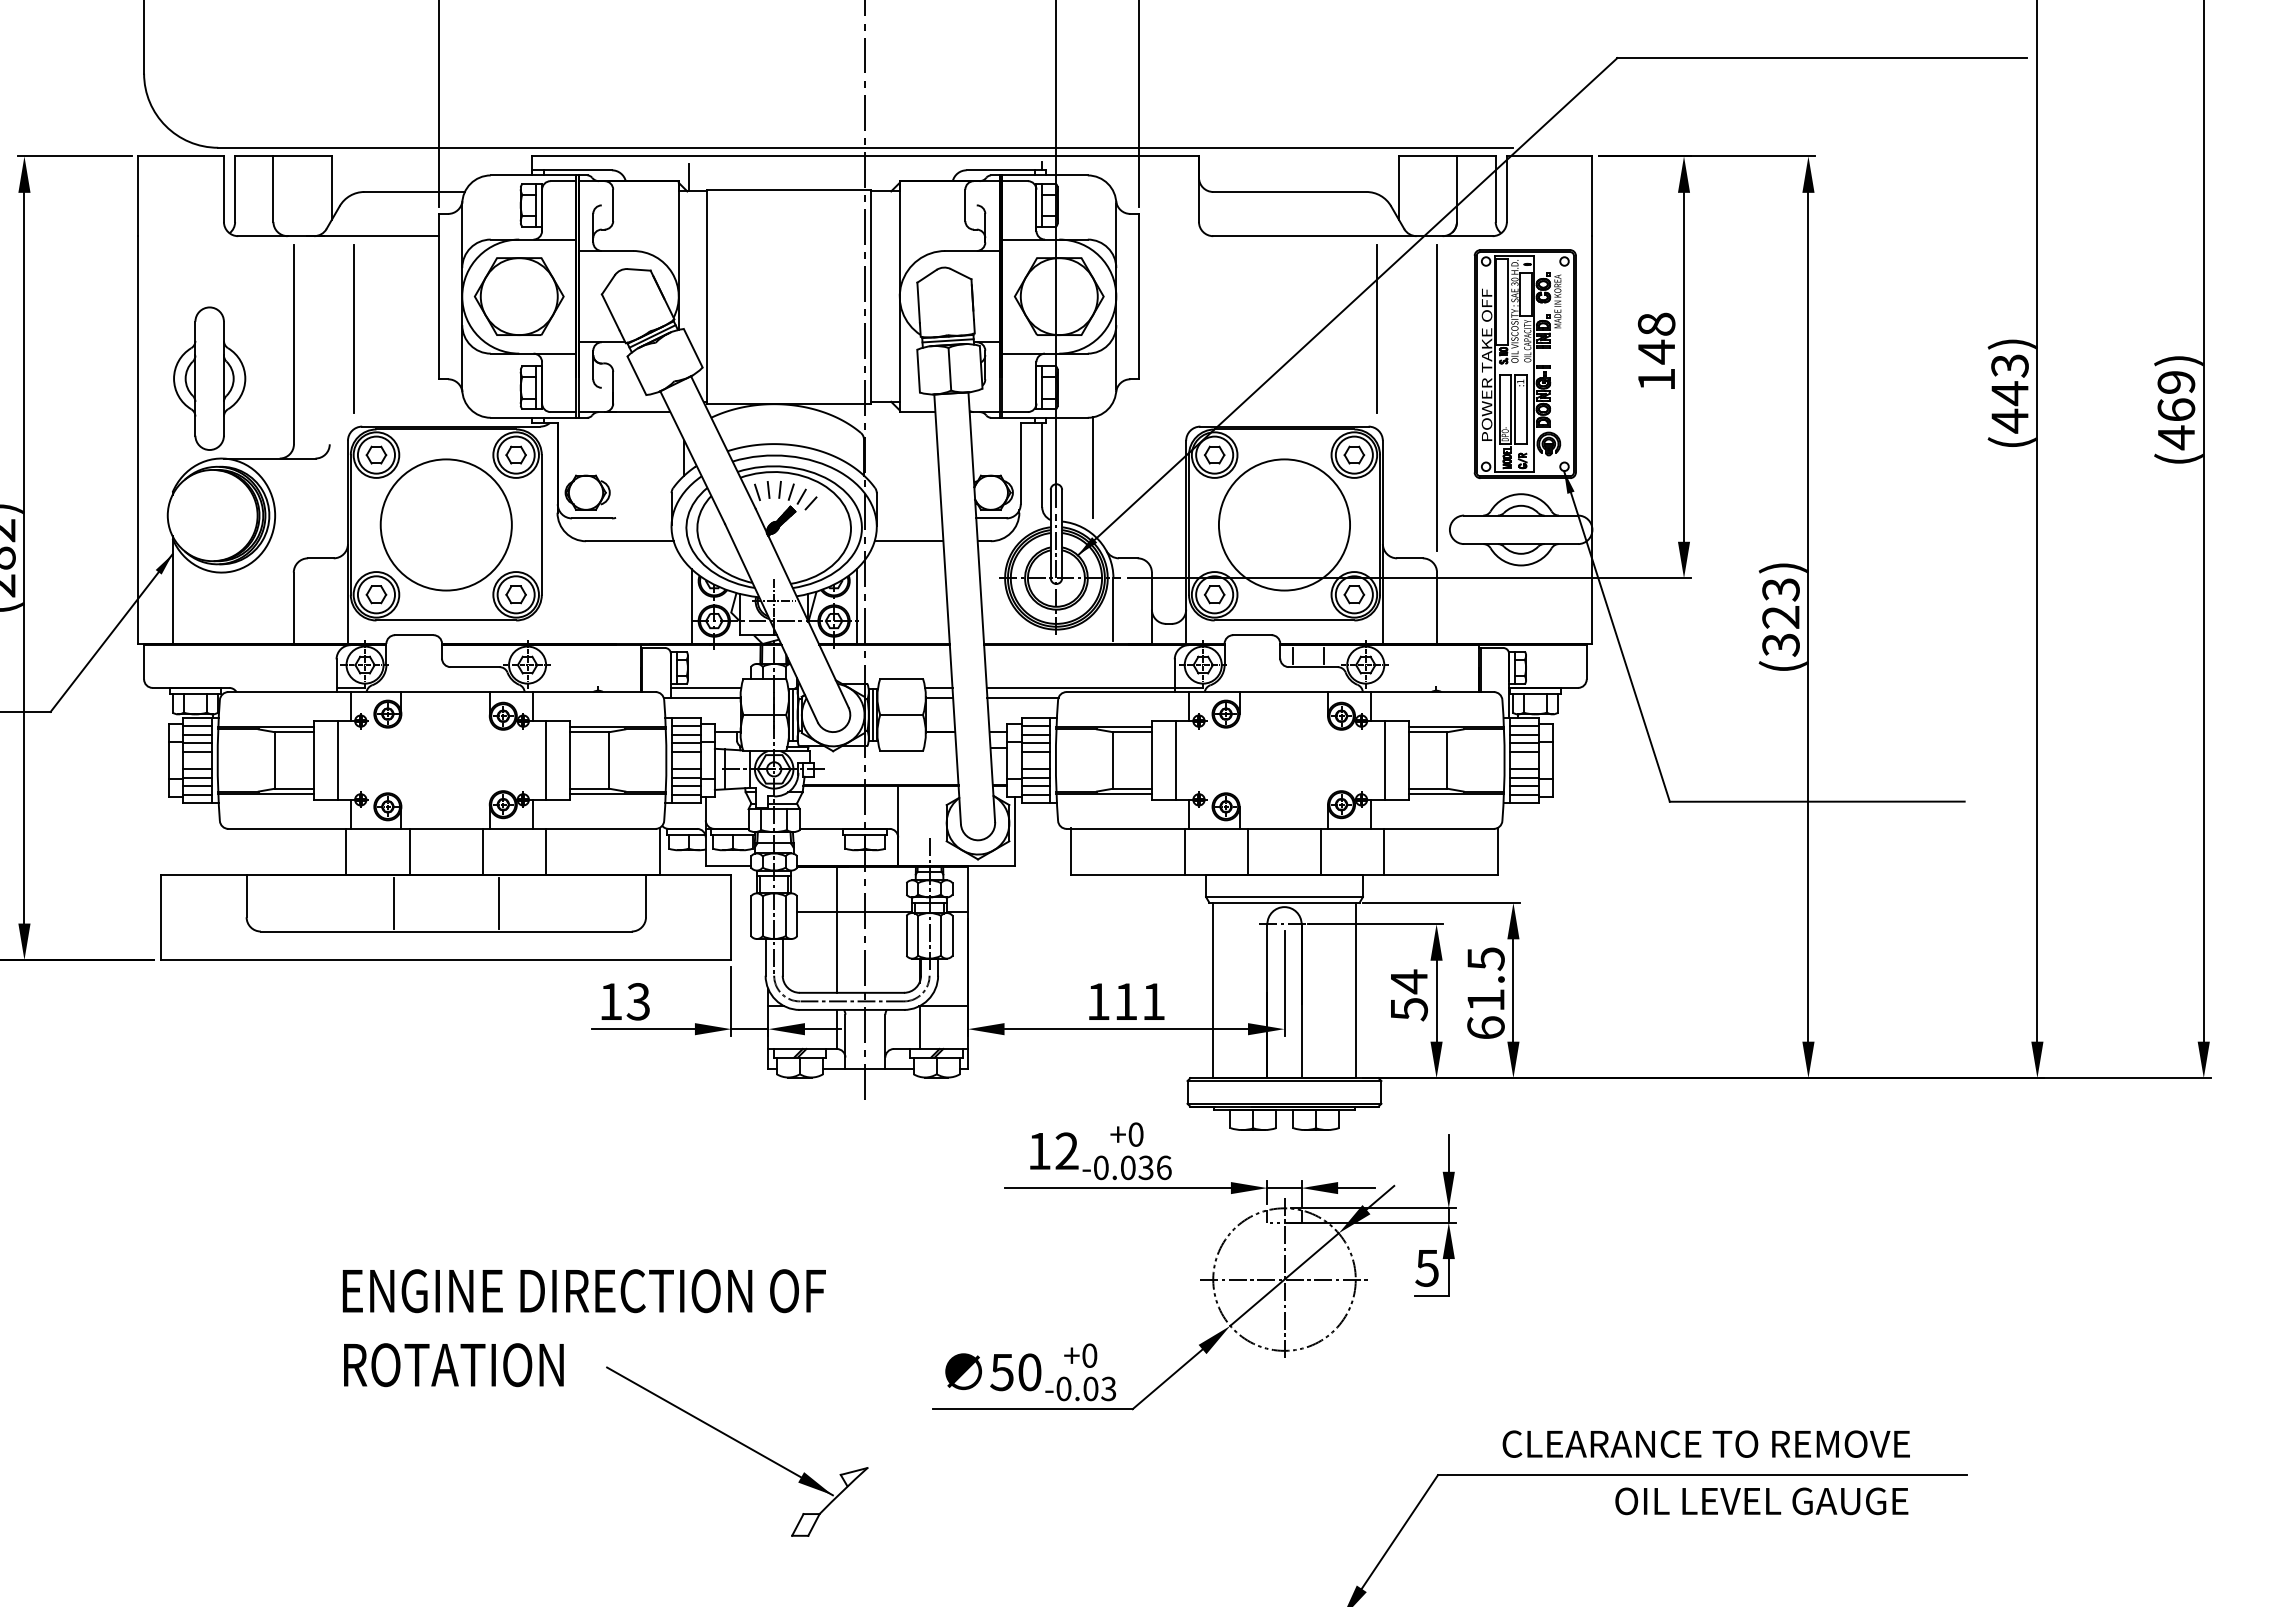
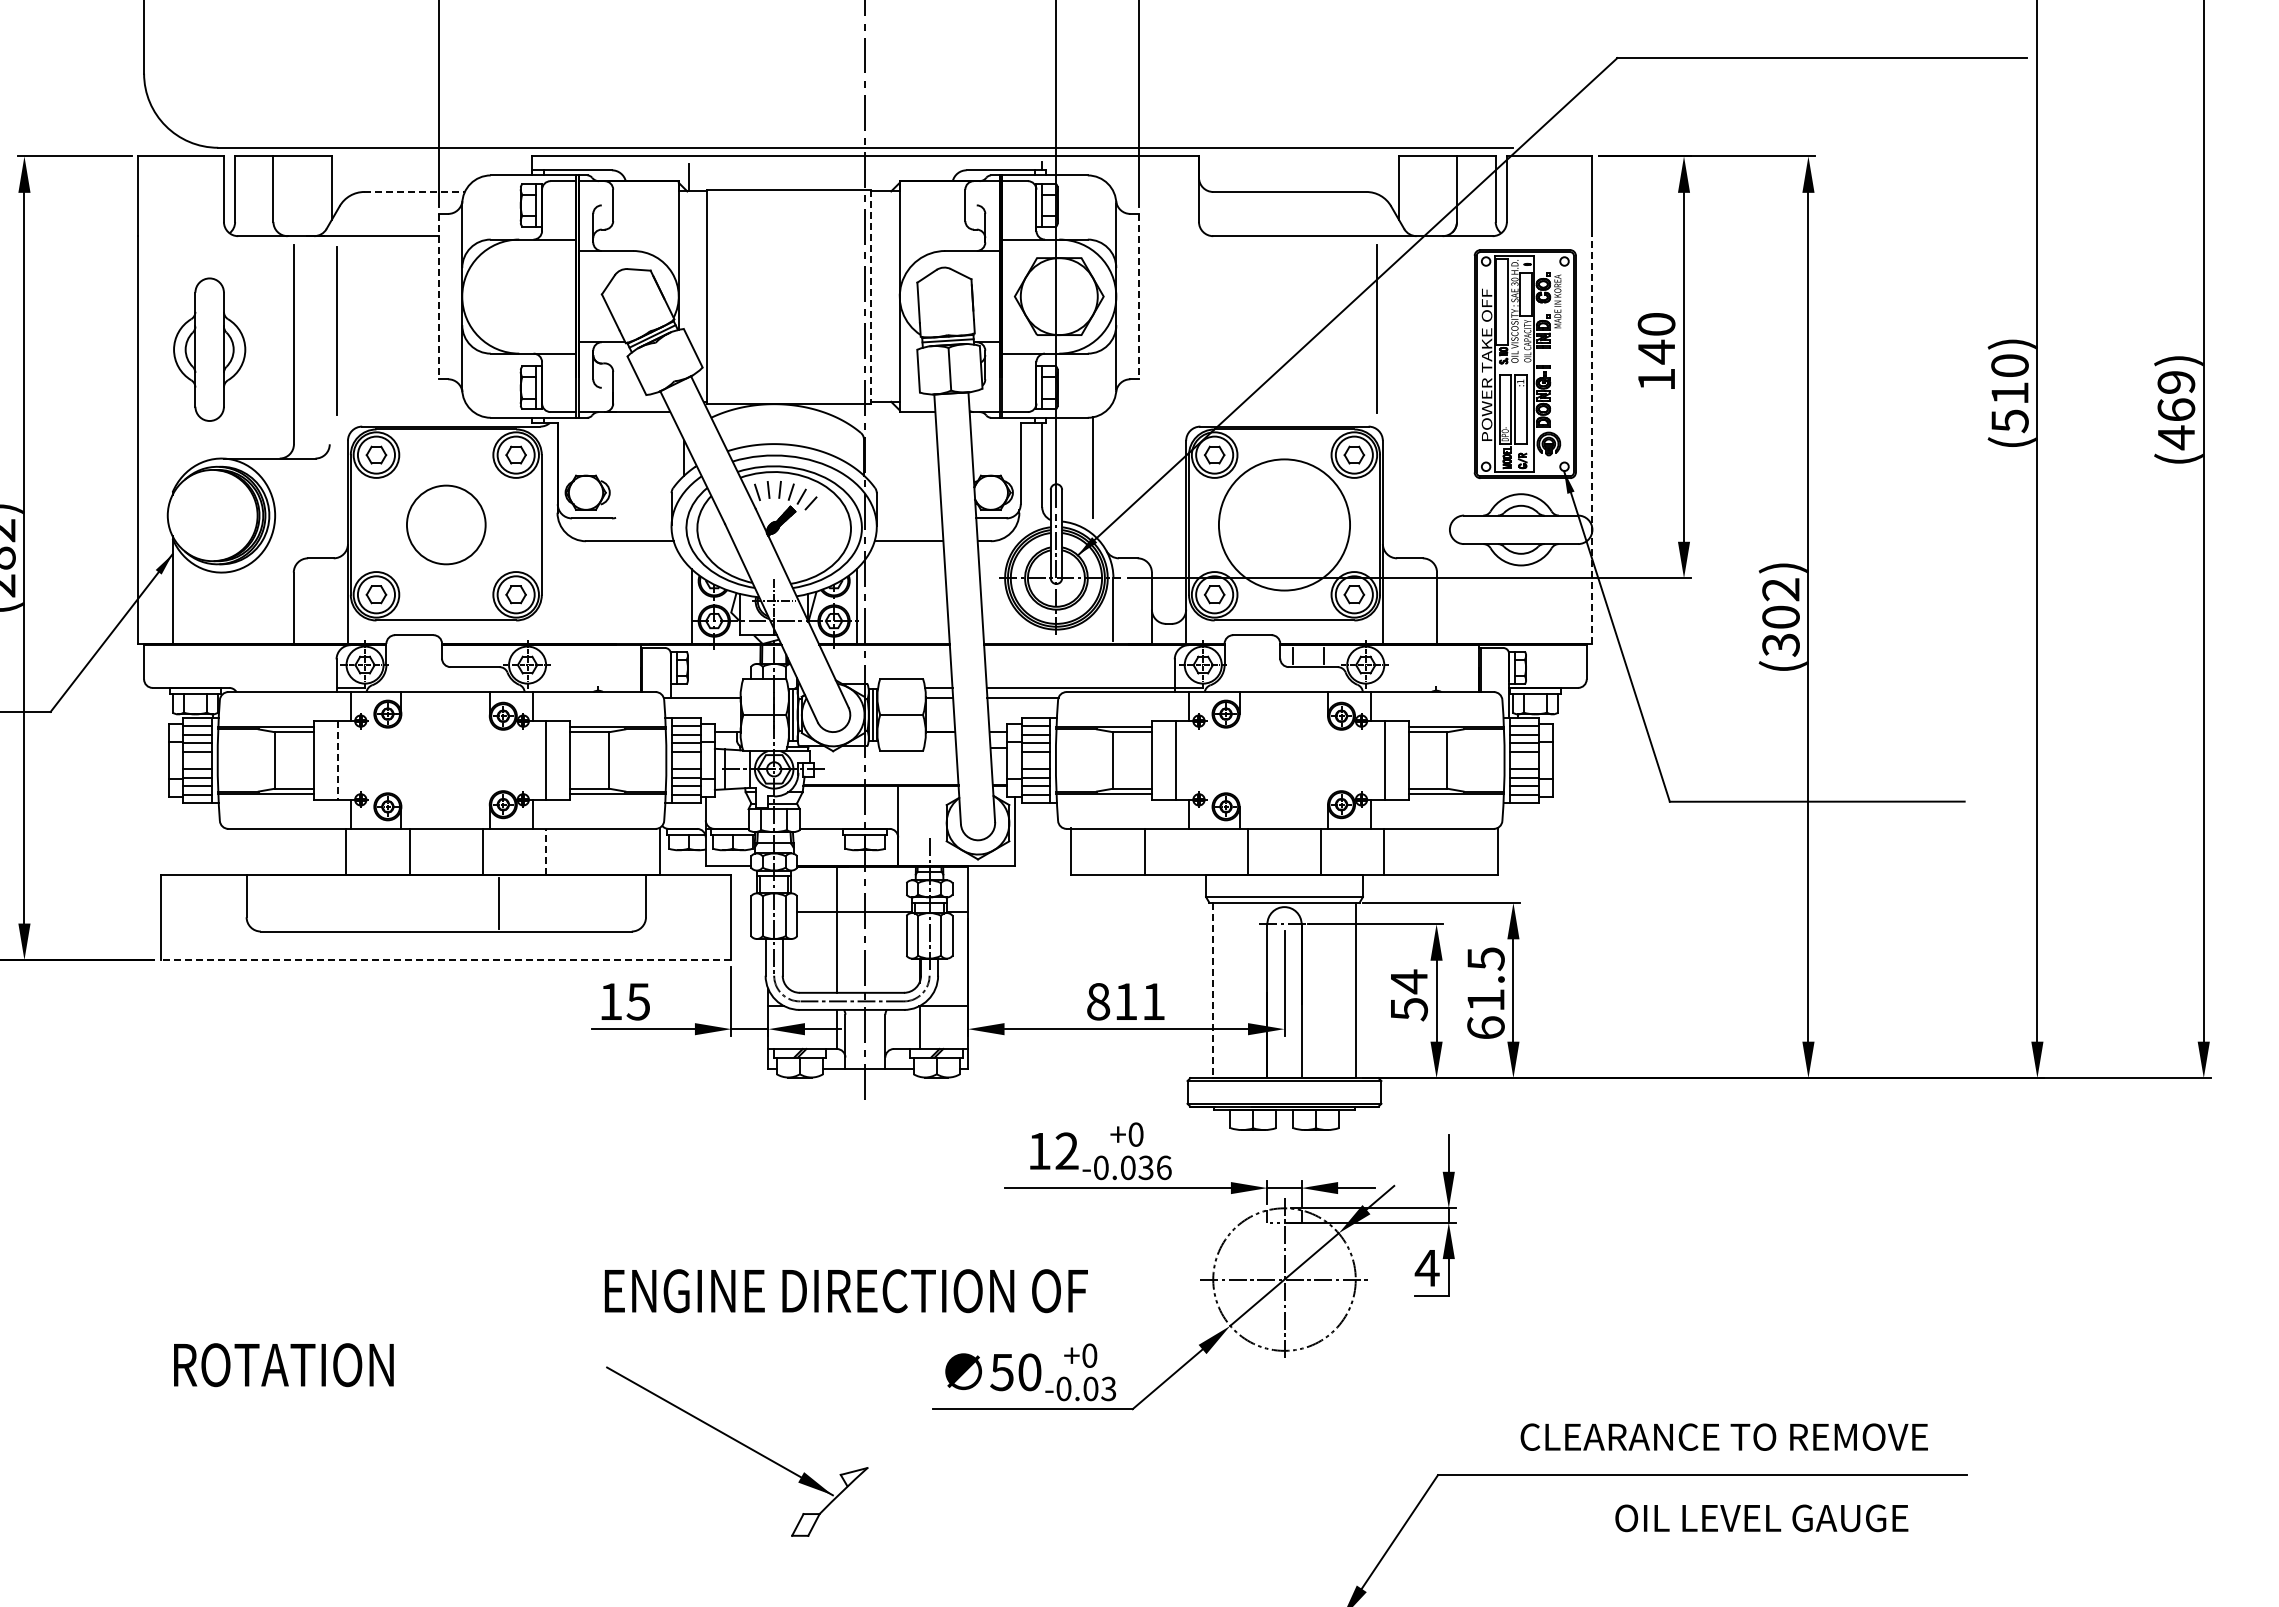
line at (415, 191): solid -> dashed
line at (439, 296): solid -> dashed
part at (518, 296): present -> none
line at (1139, 296): solid -> dashed
line at (871, 297): solid -> dashed
text at (1656, 323): 148 -> 140
line at (353, 328) position: (353, 328) -> (336, 330)
part at (209, 378) position: (209, 378) -> (209, 349)
text at (2009, 393): (443) -> (510)
line at (1436, 397): present -> none
line at (1592, 440): solid -> dashed
circle at (445, 524) diameter: 131 px -> 79 px
text at (1780, 603): (323) -> (302)
line at (705, 687): present -> none
line at (337, 760): solid -> dashed
line at (546, 851): solid -> dashed
line at (1184, 851) position: (1184, 851) -> (1144, 851)
line at (393, 902): present -> none
line at (445, 960): solid -> dashed
line at (1213, 990): solid -> dashed
text at (637, 1001): 13 -> 15
text at (1098, 1001): 111 -> 811
text at (1426, 1268): 5 -> 4
text at (583, 1291) position: (583, 1291) -> (845, 1291)
text at (453, 1365) position: (453, 1365) -> (283, 1365)
text at (1705, 1443) position: (1705, 1443) -> (1723, 1436)
text at (1761, 1501) position: (1761, 1501) -> (1761, 1518)
